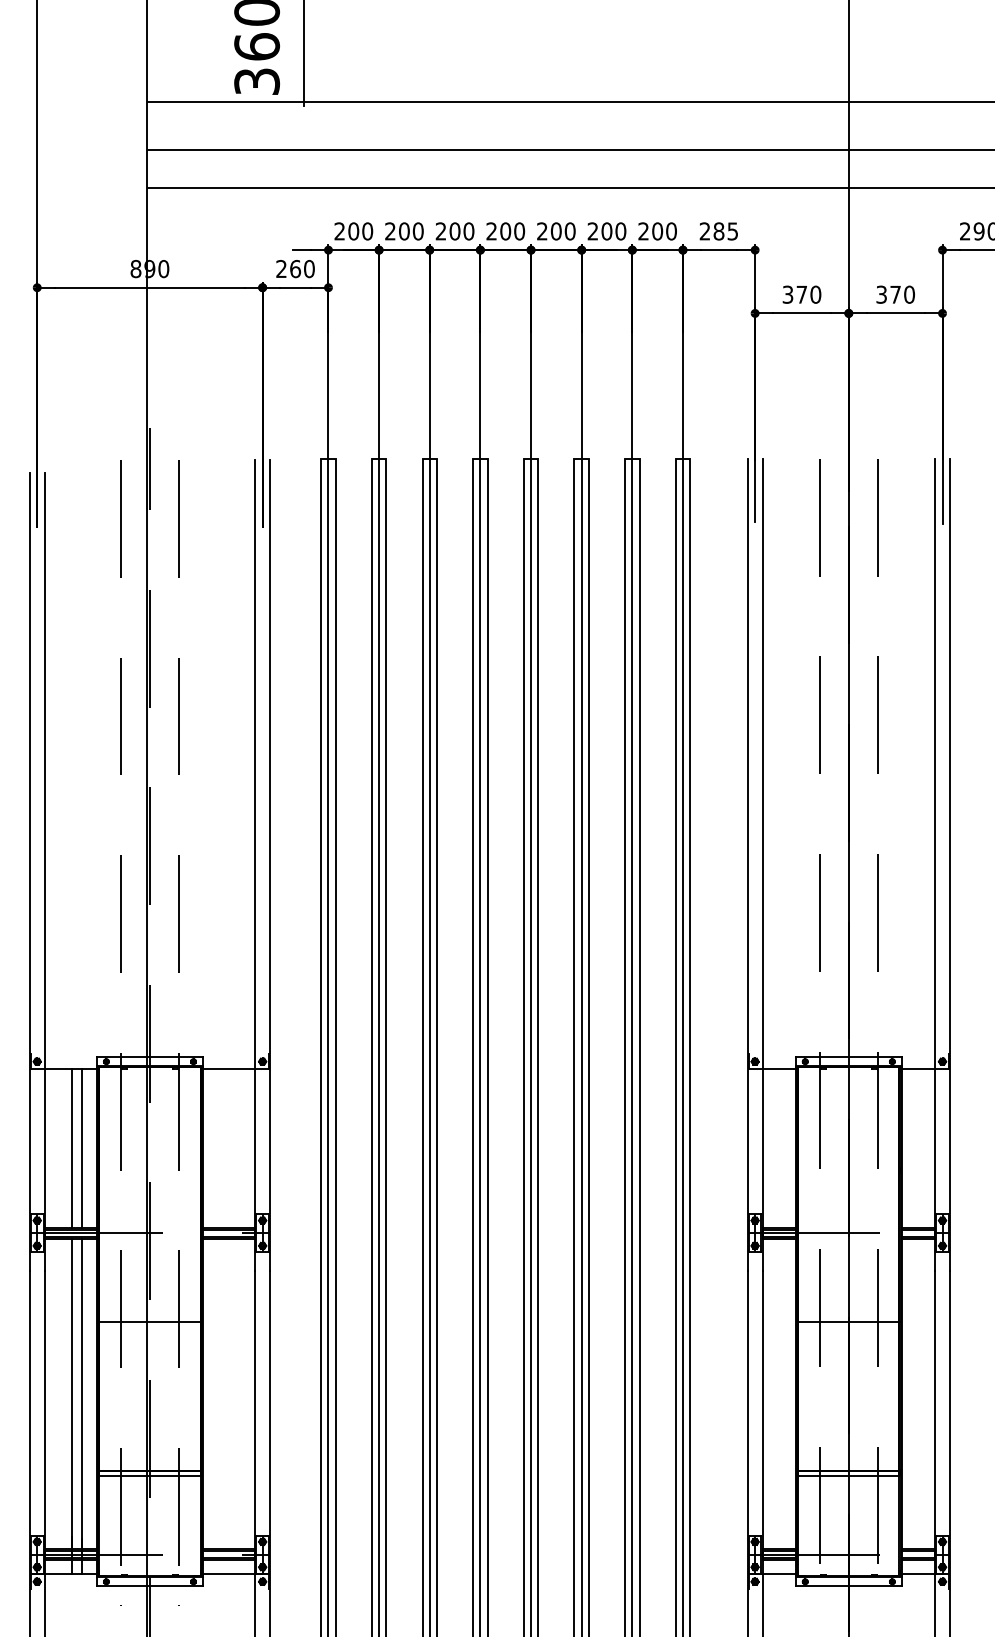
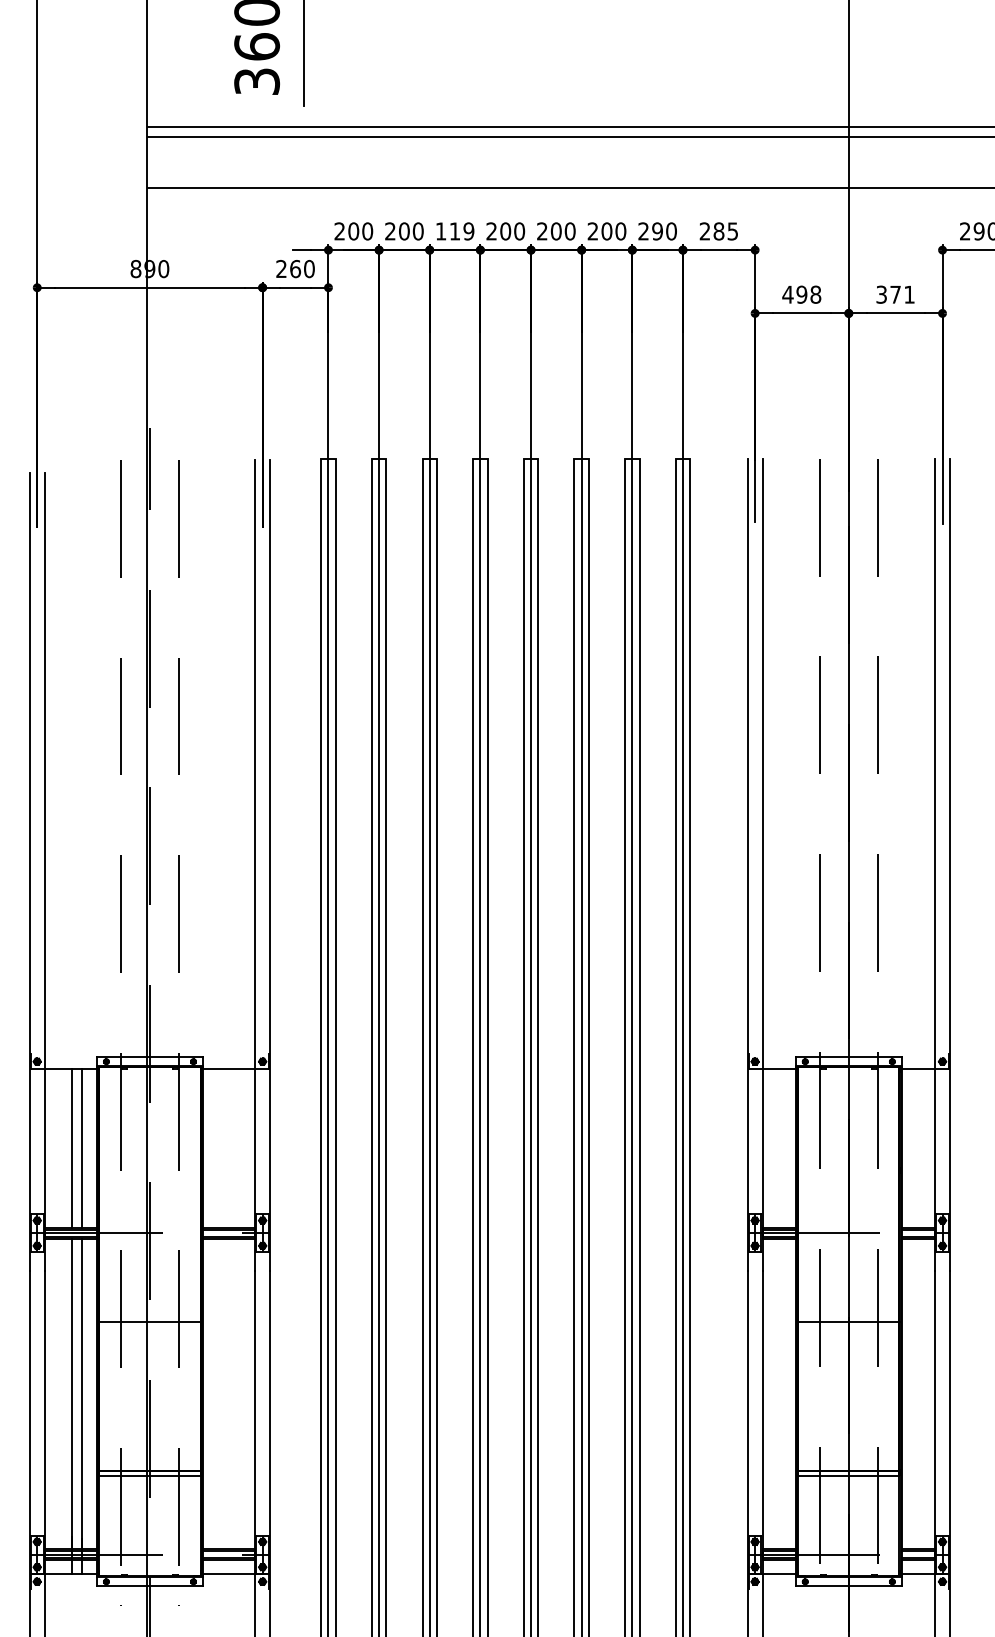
line at (569, 101) position: (569, 101) -> (569, 126)
line at (569, 150) position: (569, 150) -> (569, 137)
text at (454, 231): 200 -> 119
text at (657, 231): 200 -> 290
text at (801, 294): 370 -> 498
text at (909, 294): 370 -> 371
